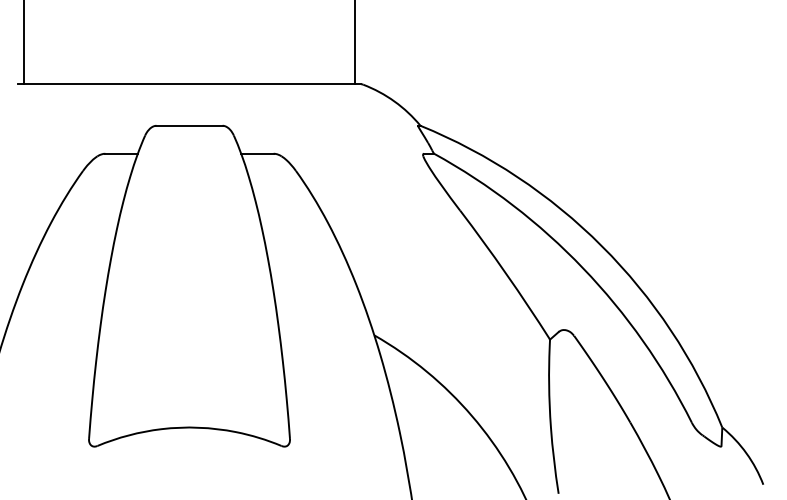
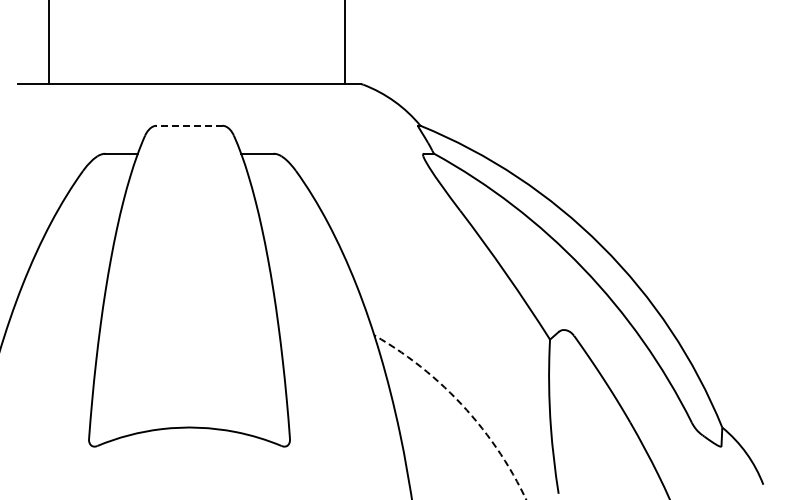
line at (24, 43) position: (24, 43) -> (49, 43)
line at (355, 43) position: (355, 43) -> (345, 43)
line at (189, 125): solid -> dashed
arc at (462, 405): solid -> dashed
